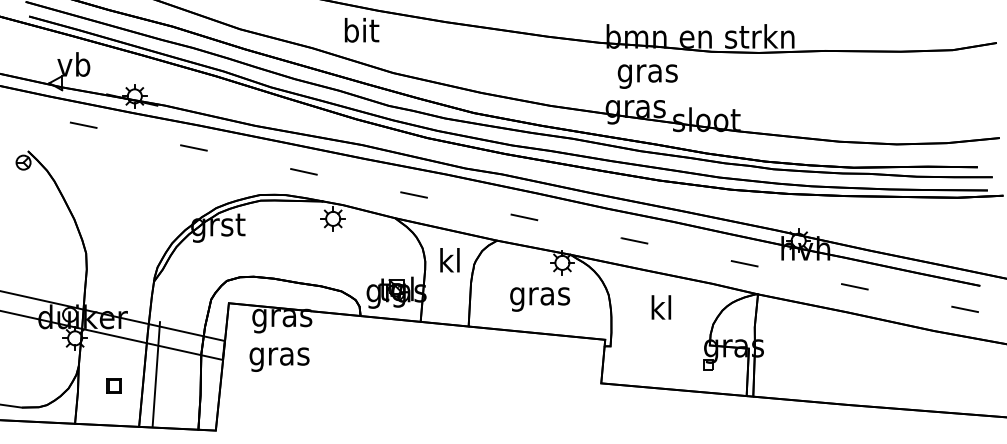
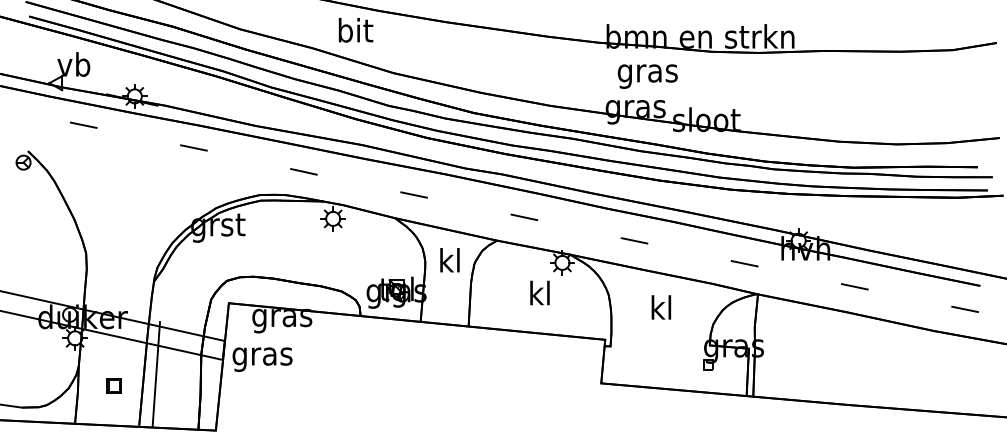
text at (361, 30) position: (361, 30) -> (355, 30)
text at (540, 295): gras -> kl
text at (279, 359) position: (279, 359) -> (262, 359)
